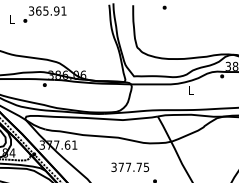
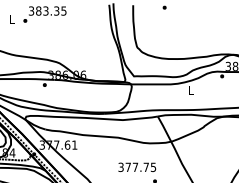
text at (51, 10): 365.91 -> 383.35
text at (130, 166) position: (130, 166) -> (137, 166)
